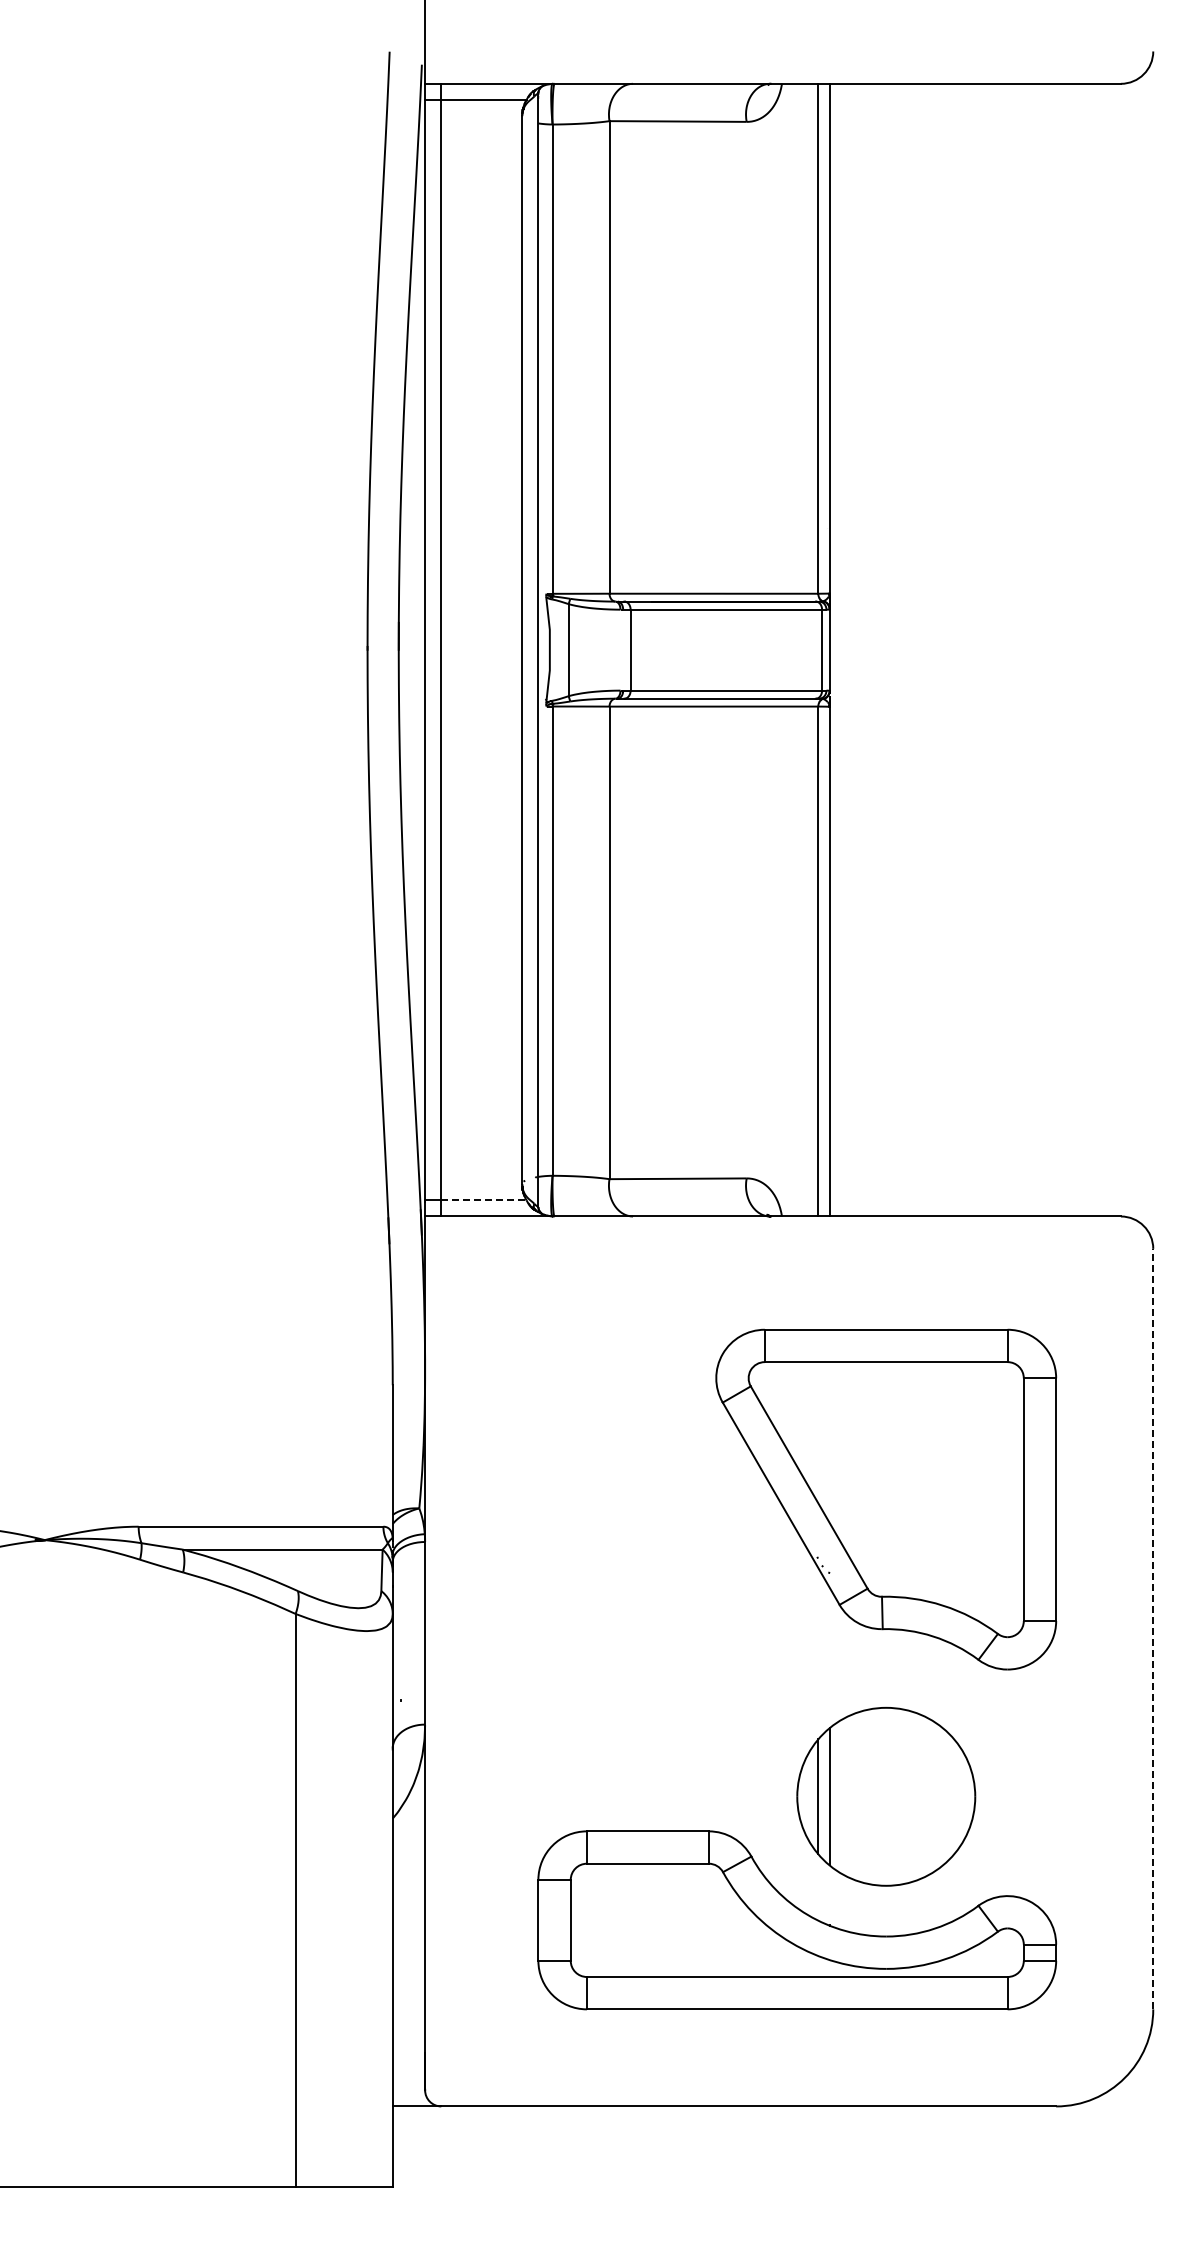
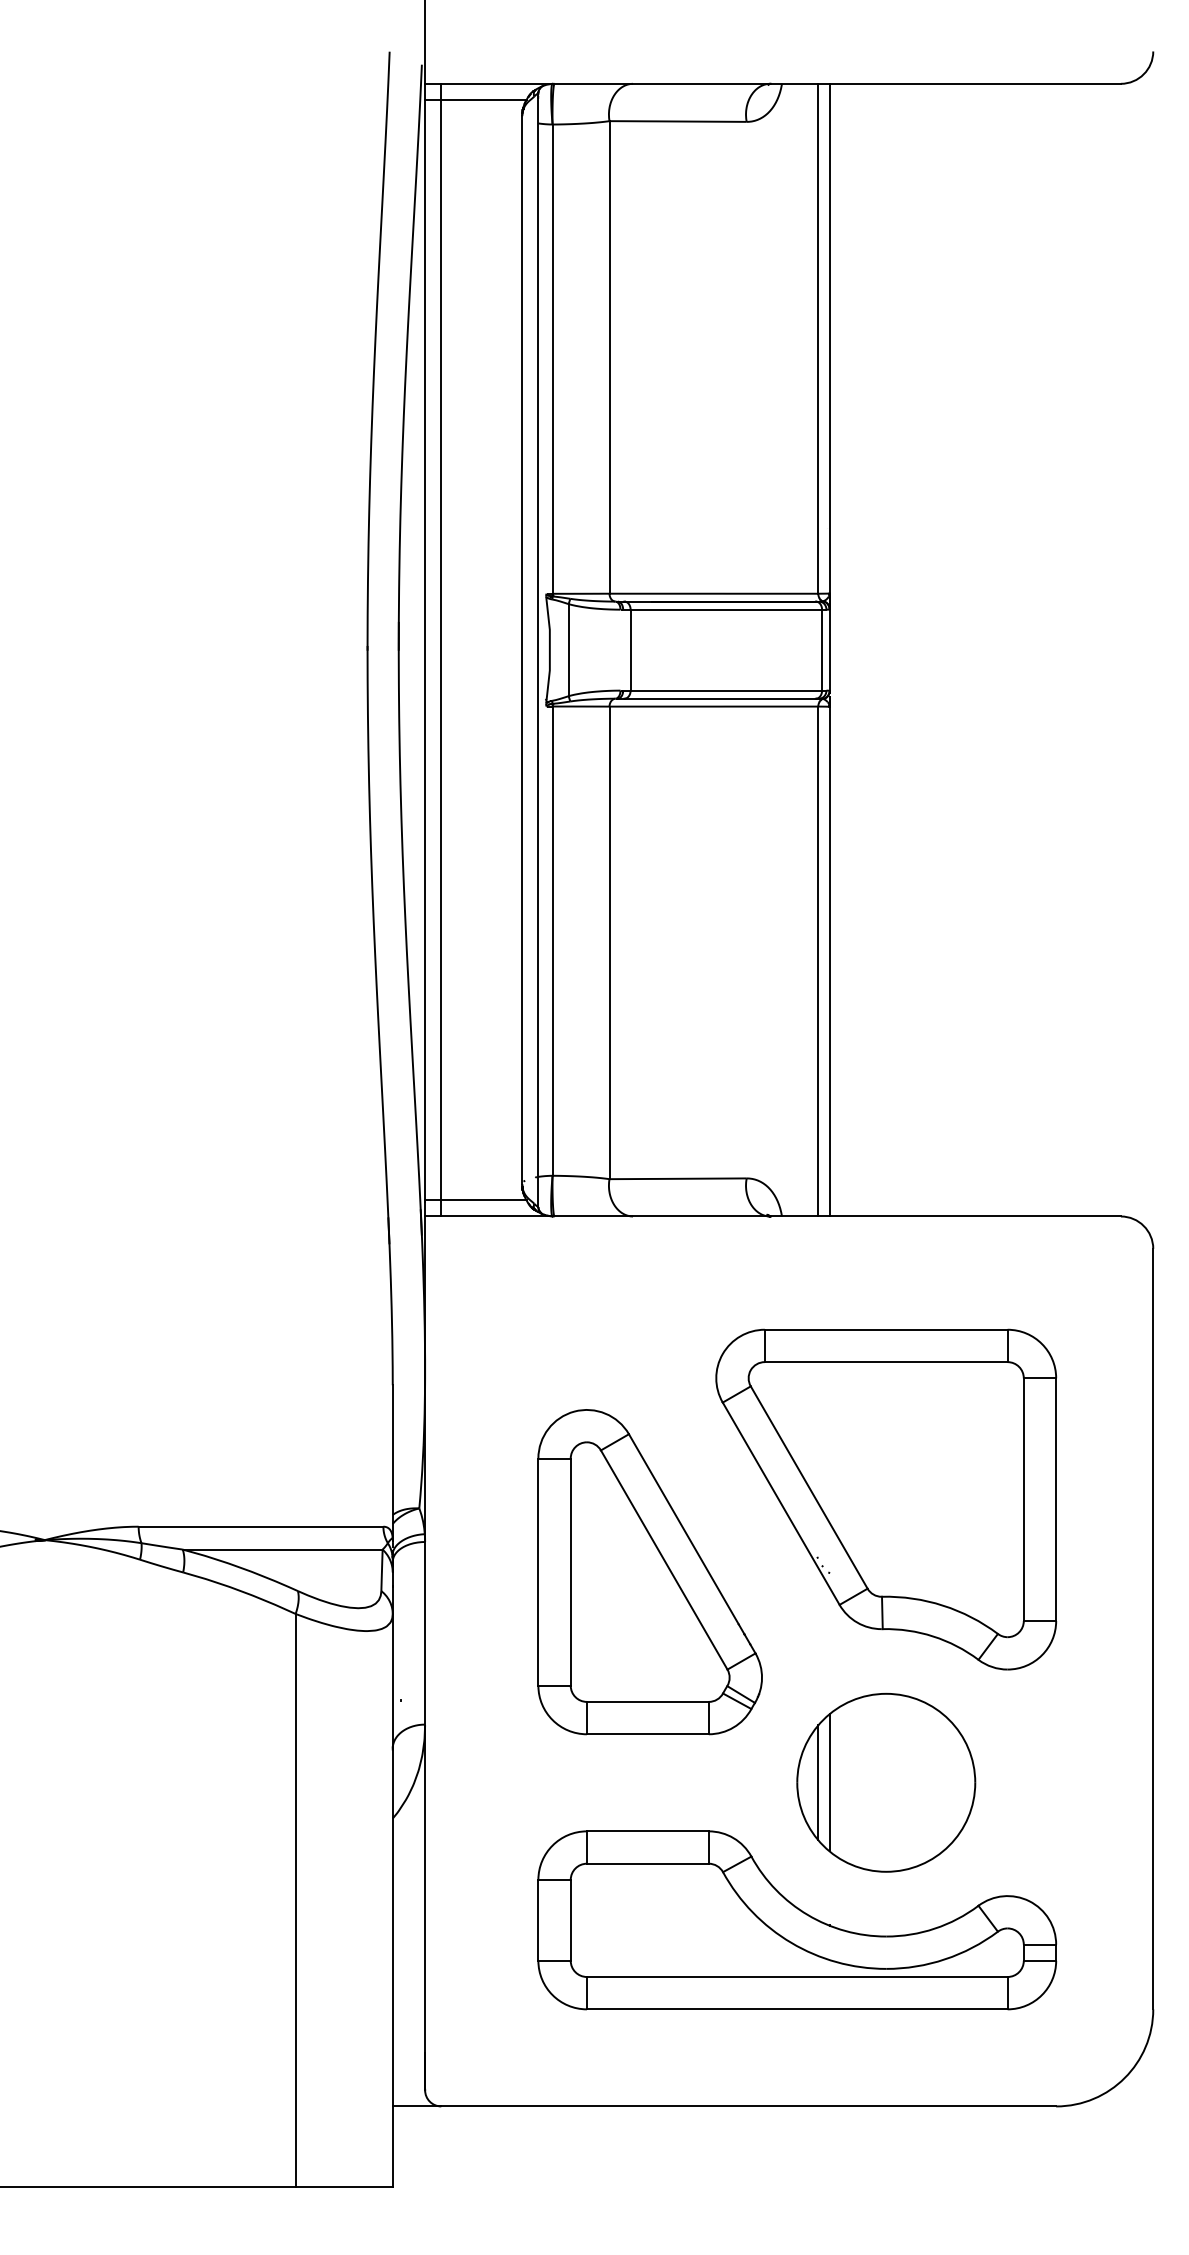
line at (483, 1200): dashed -> solid
part at (649, 1572): none -> present
line at (1153, 1628): dashed -> solid
part at (886, 1796) position: (886, 1796) -> (886, 1782)
